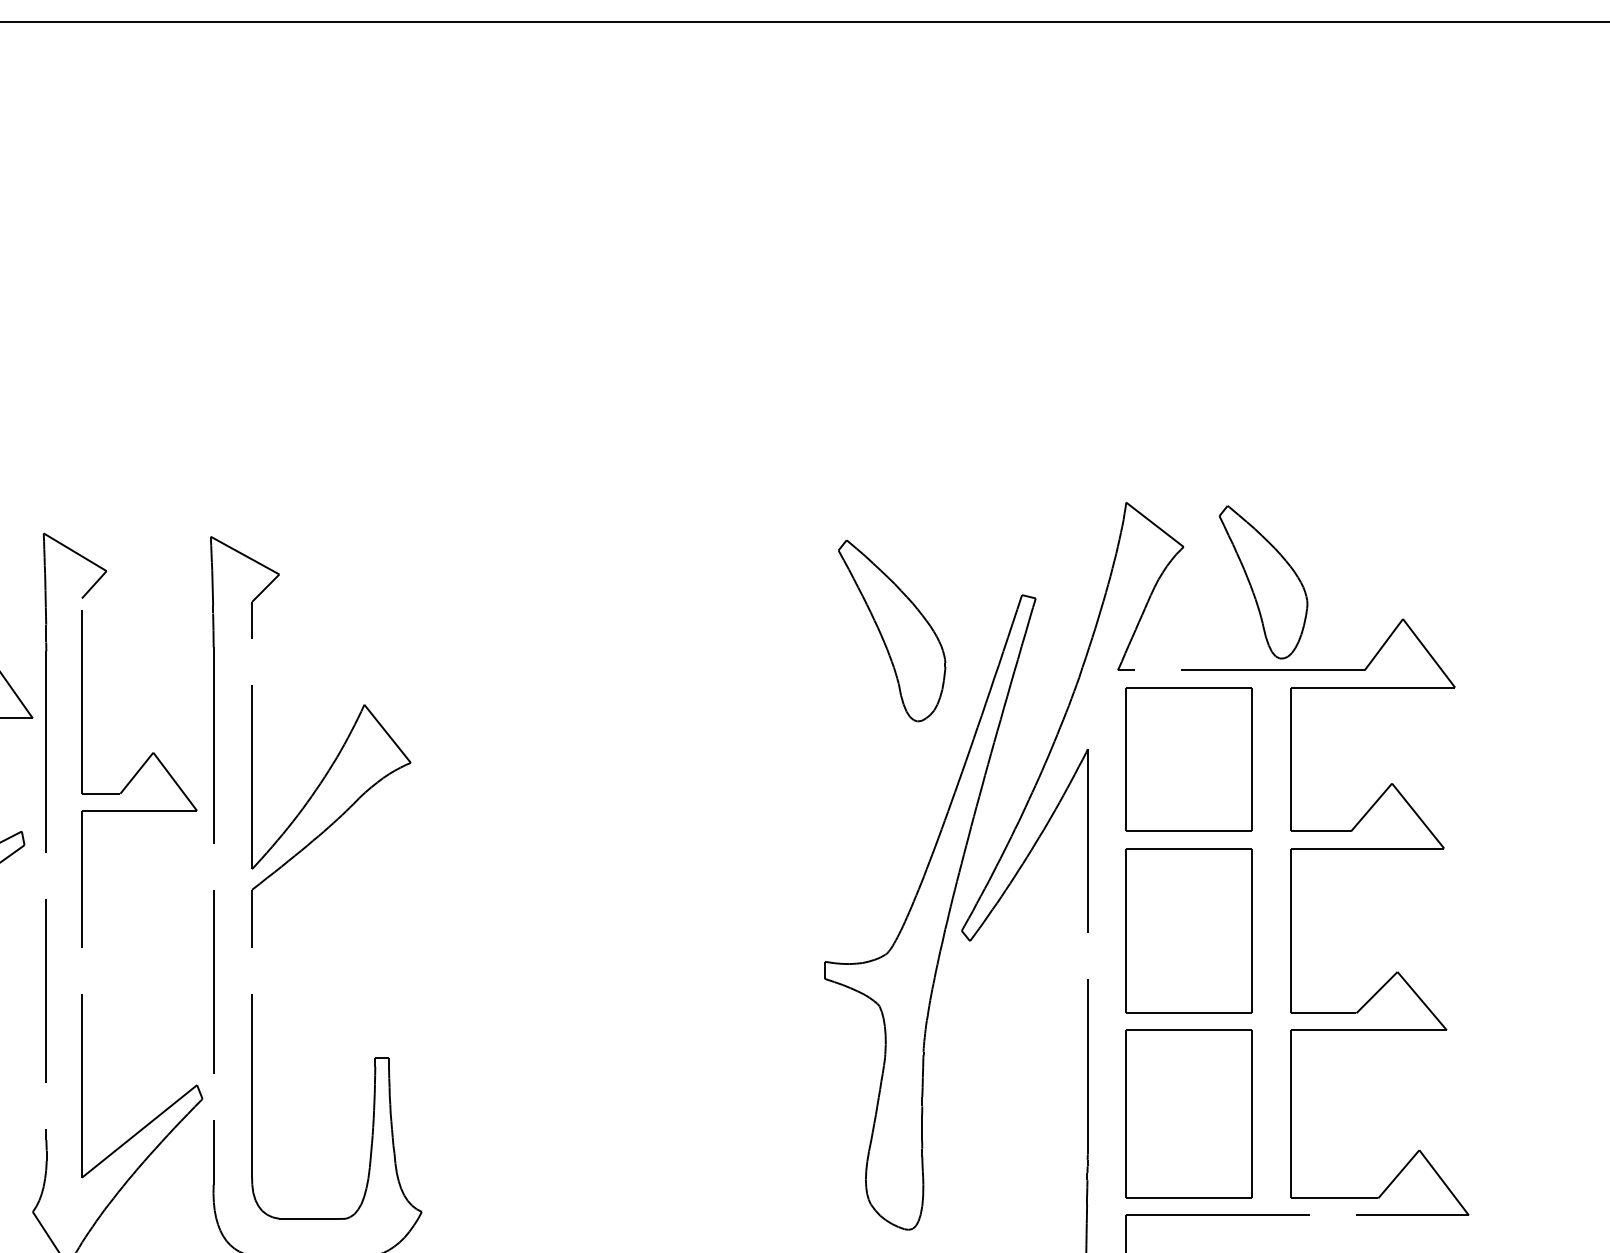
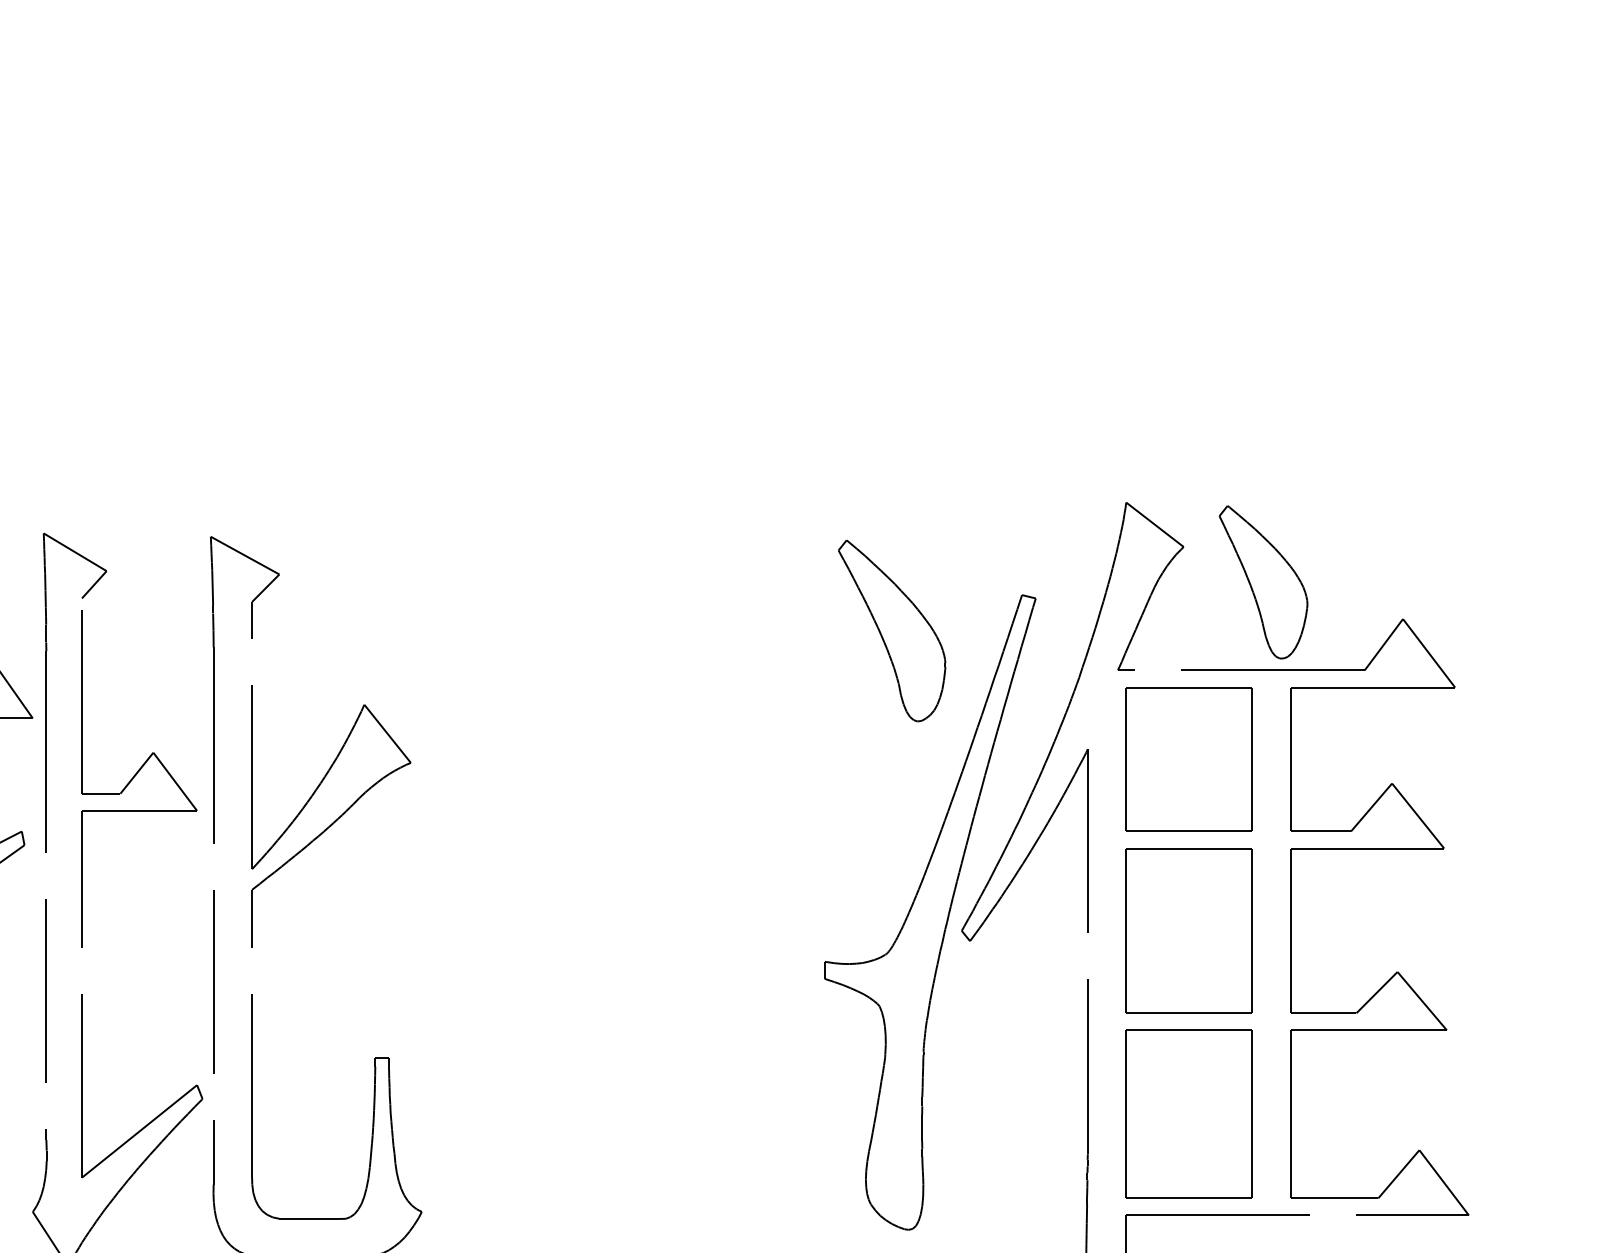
line at (804, 21): present -> none
